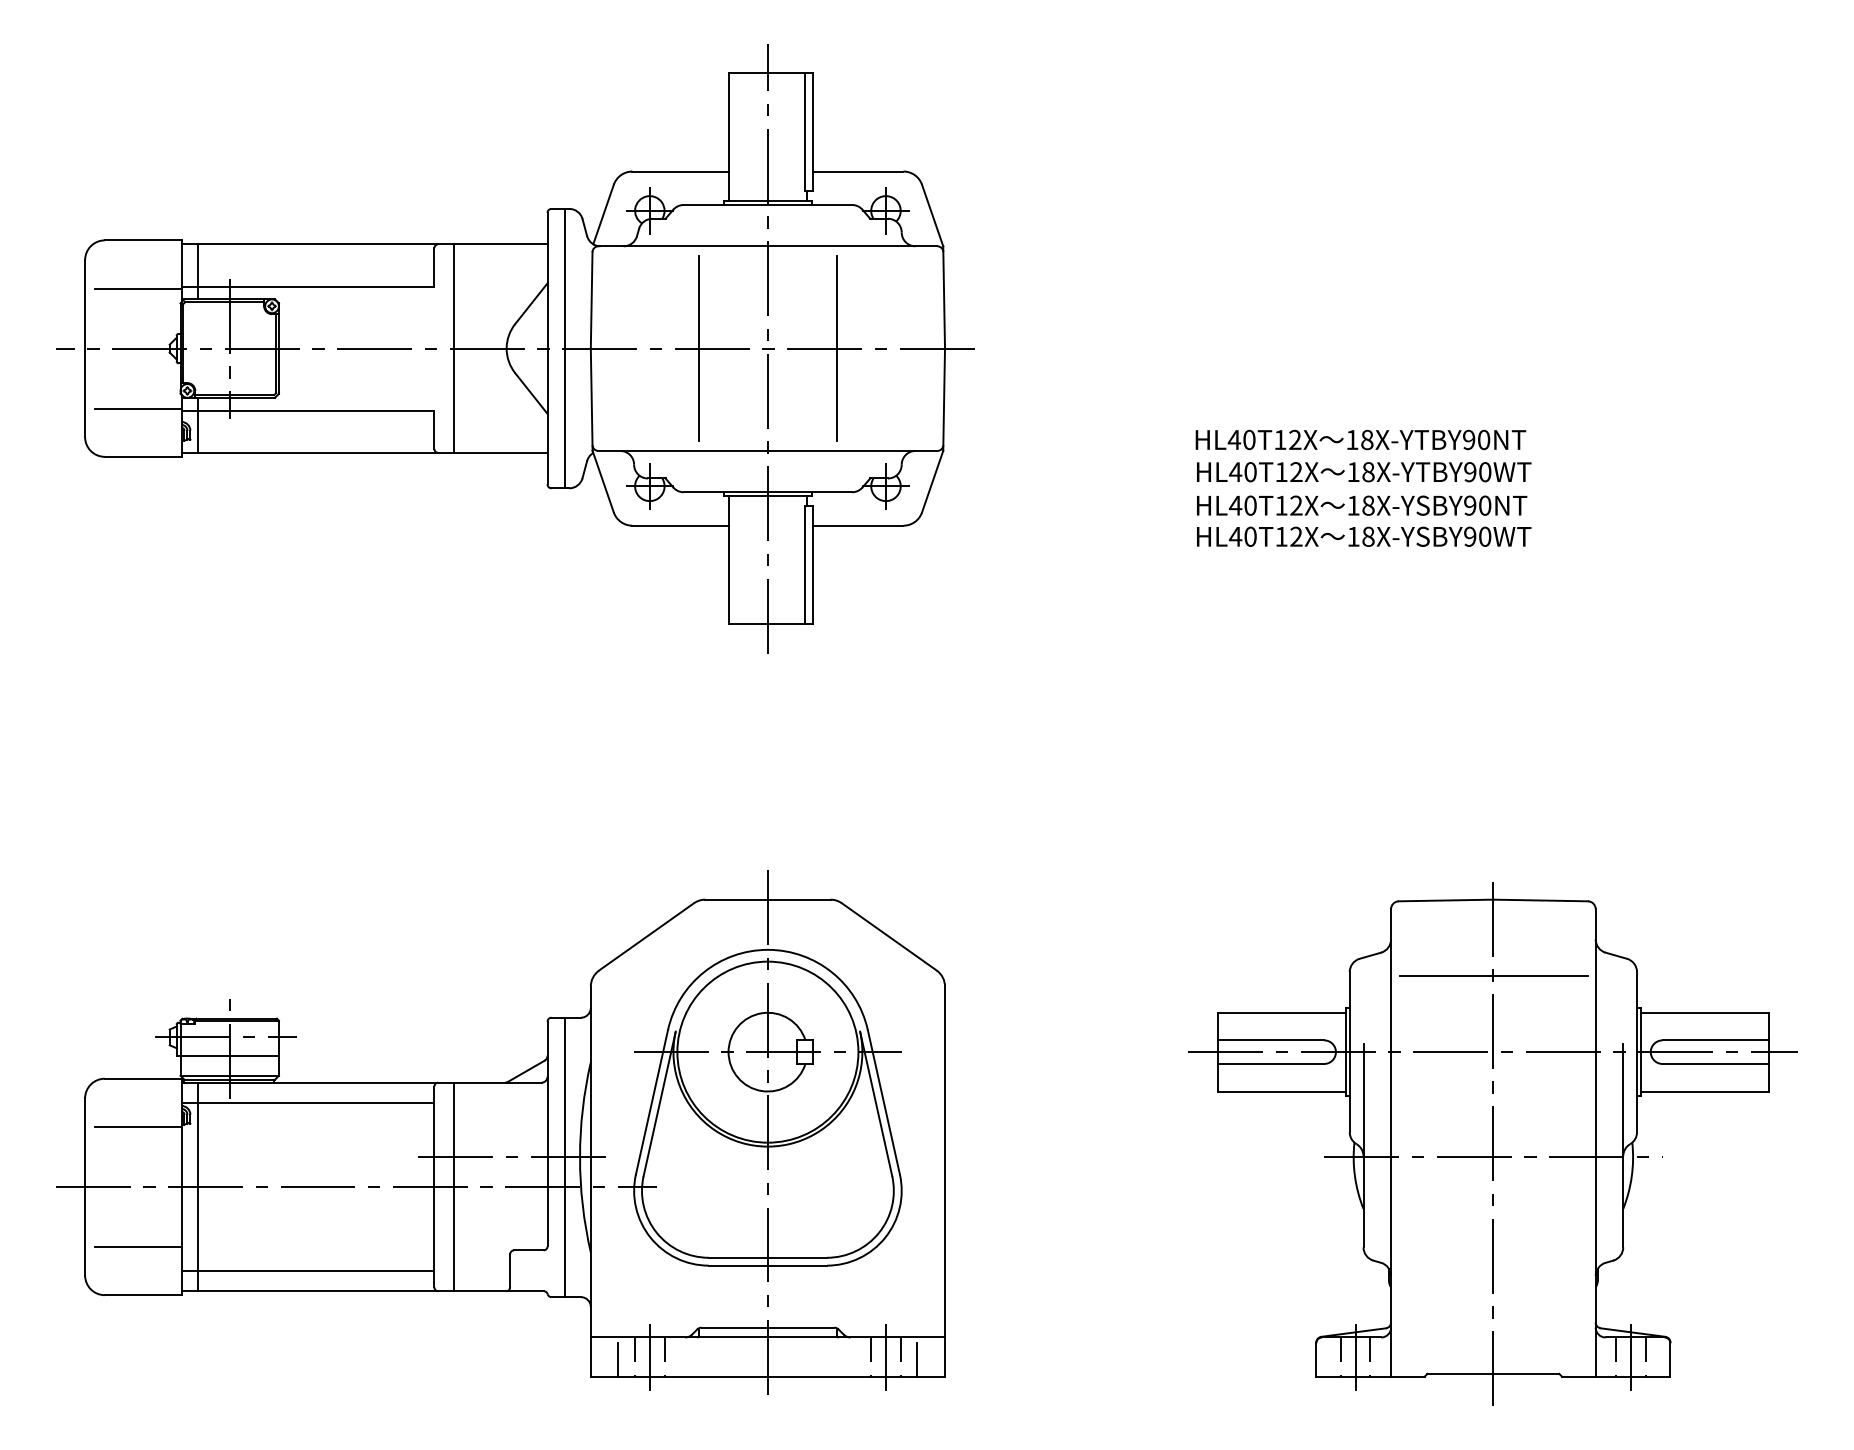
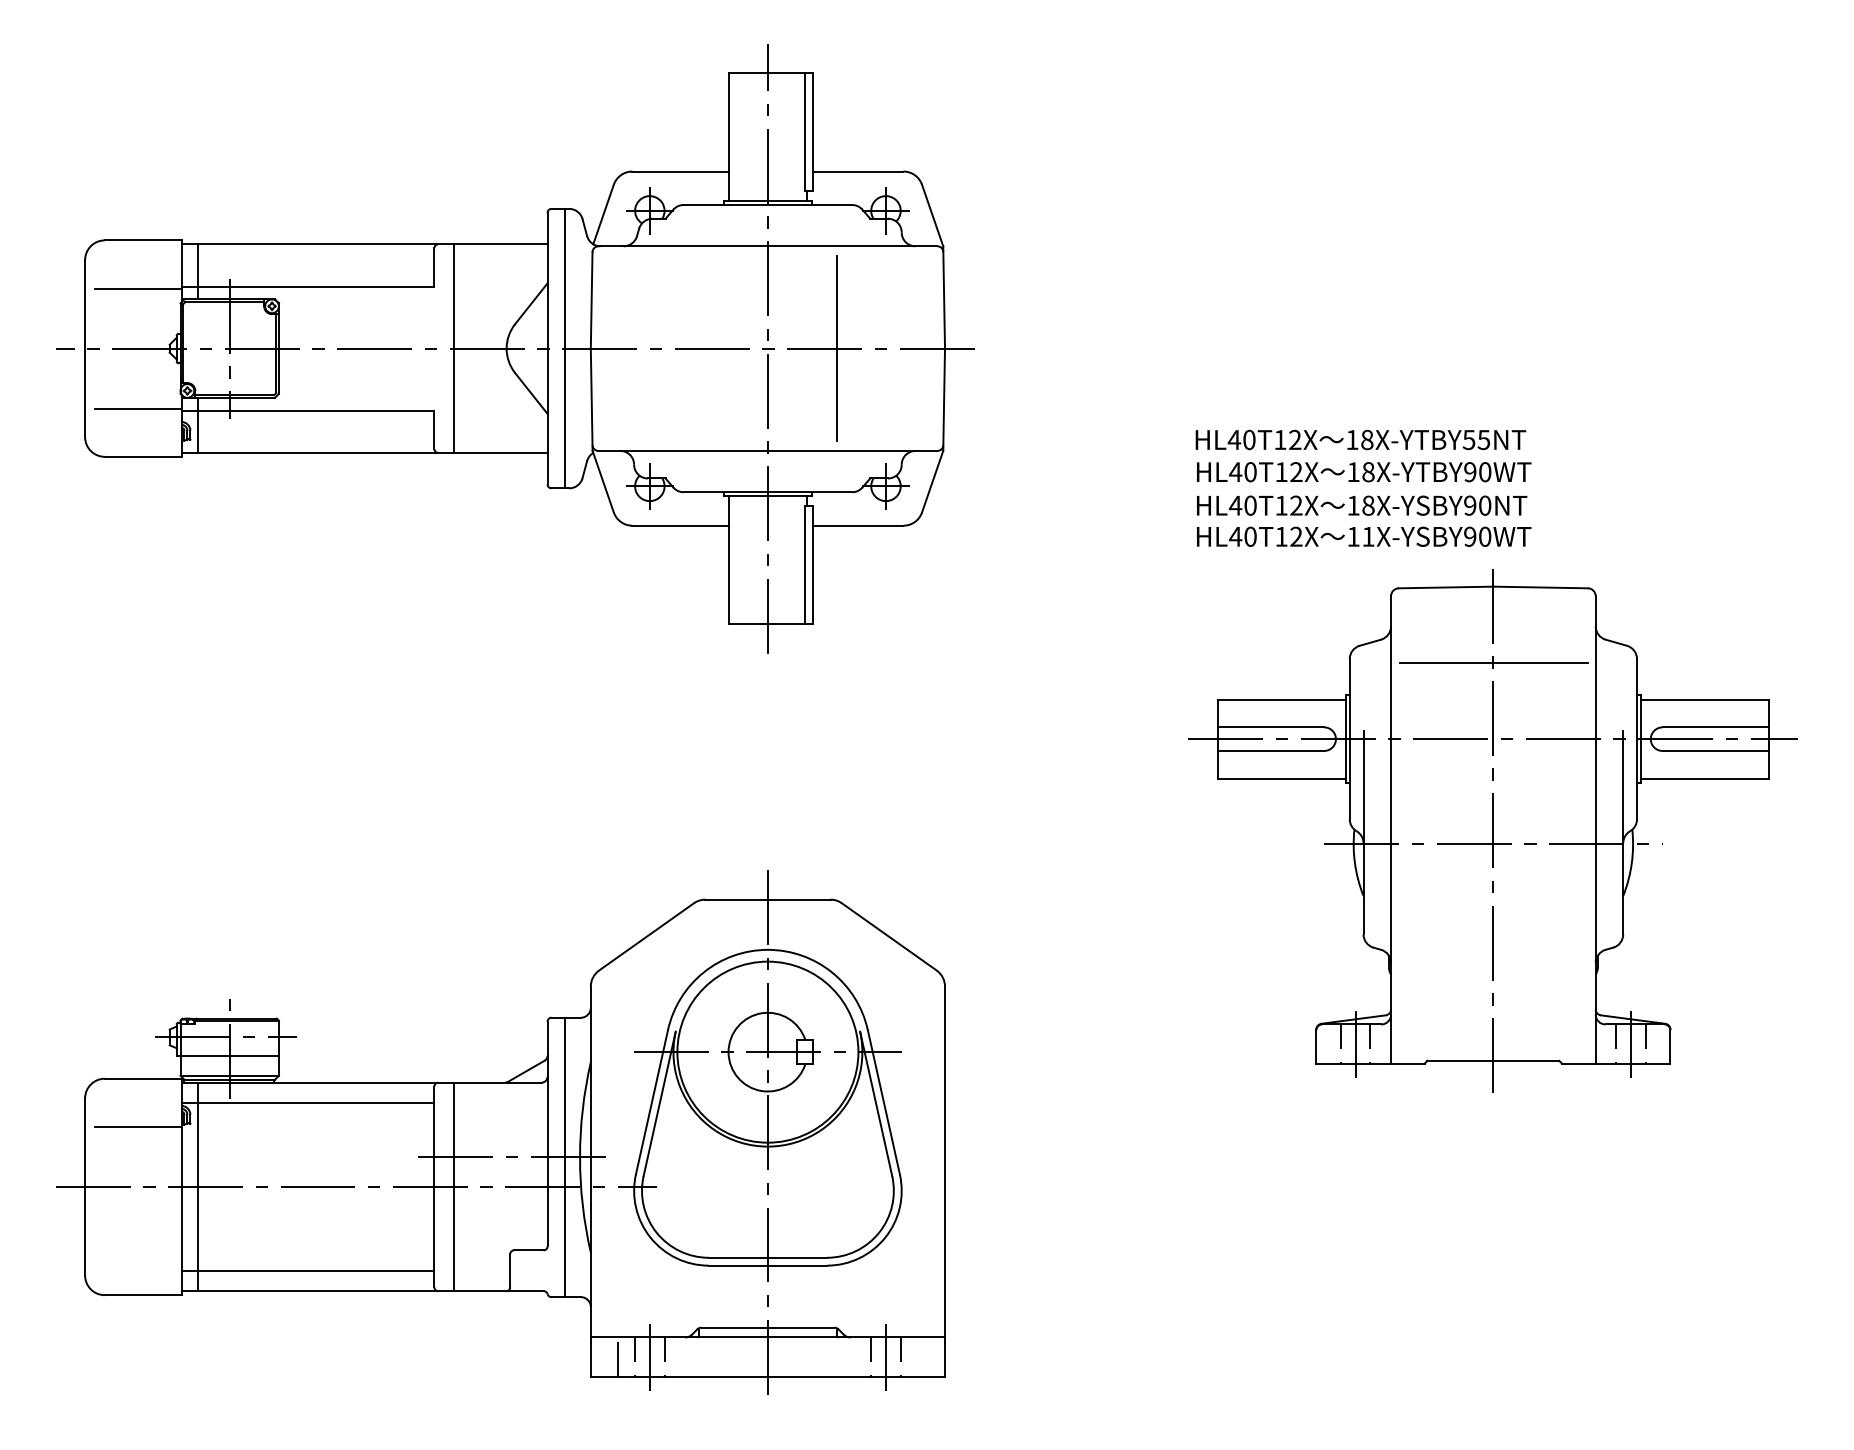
line at (699, 348): present -> none
text at (1476, 439): 18X-YTBY90NT -> 18X-YTBY55NT
text at (1368, 536): 18X-YSBY90WT -> 11X-YSBY90WT
part at (1492, 1143) position: (1492, 1143) -> (1492, 830)
line at (137, 1246): present -> none
line at (917, 1359): present -> none
